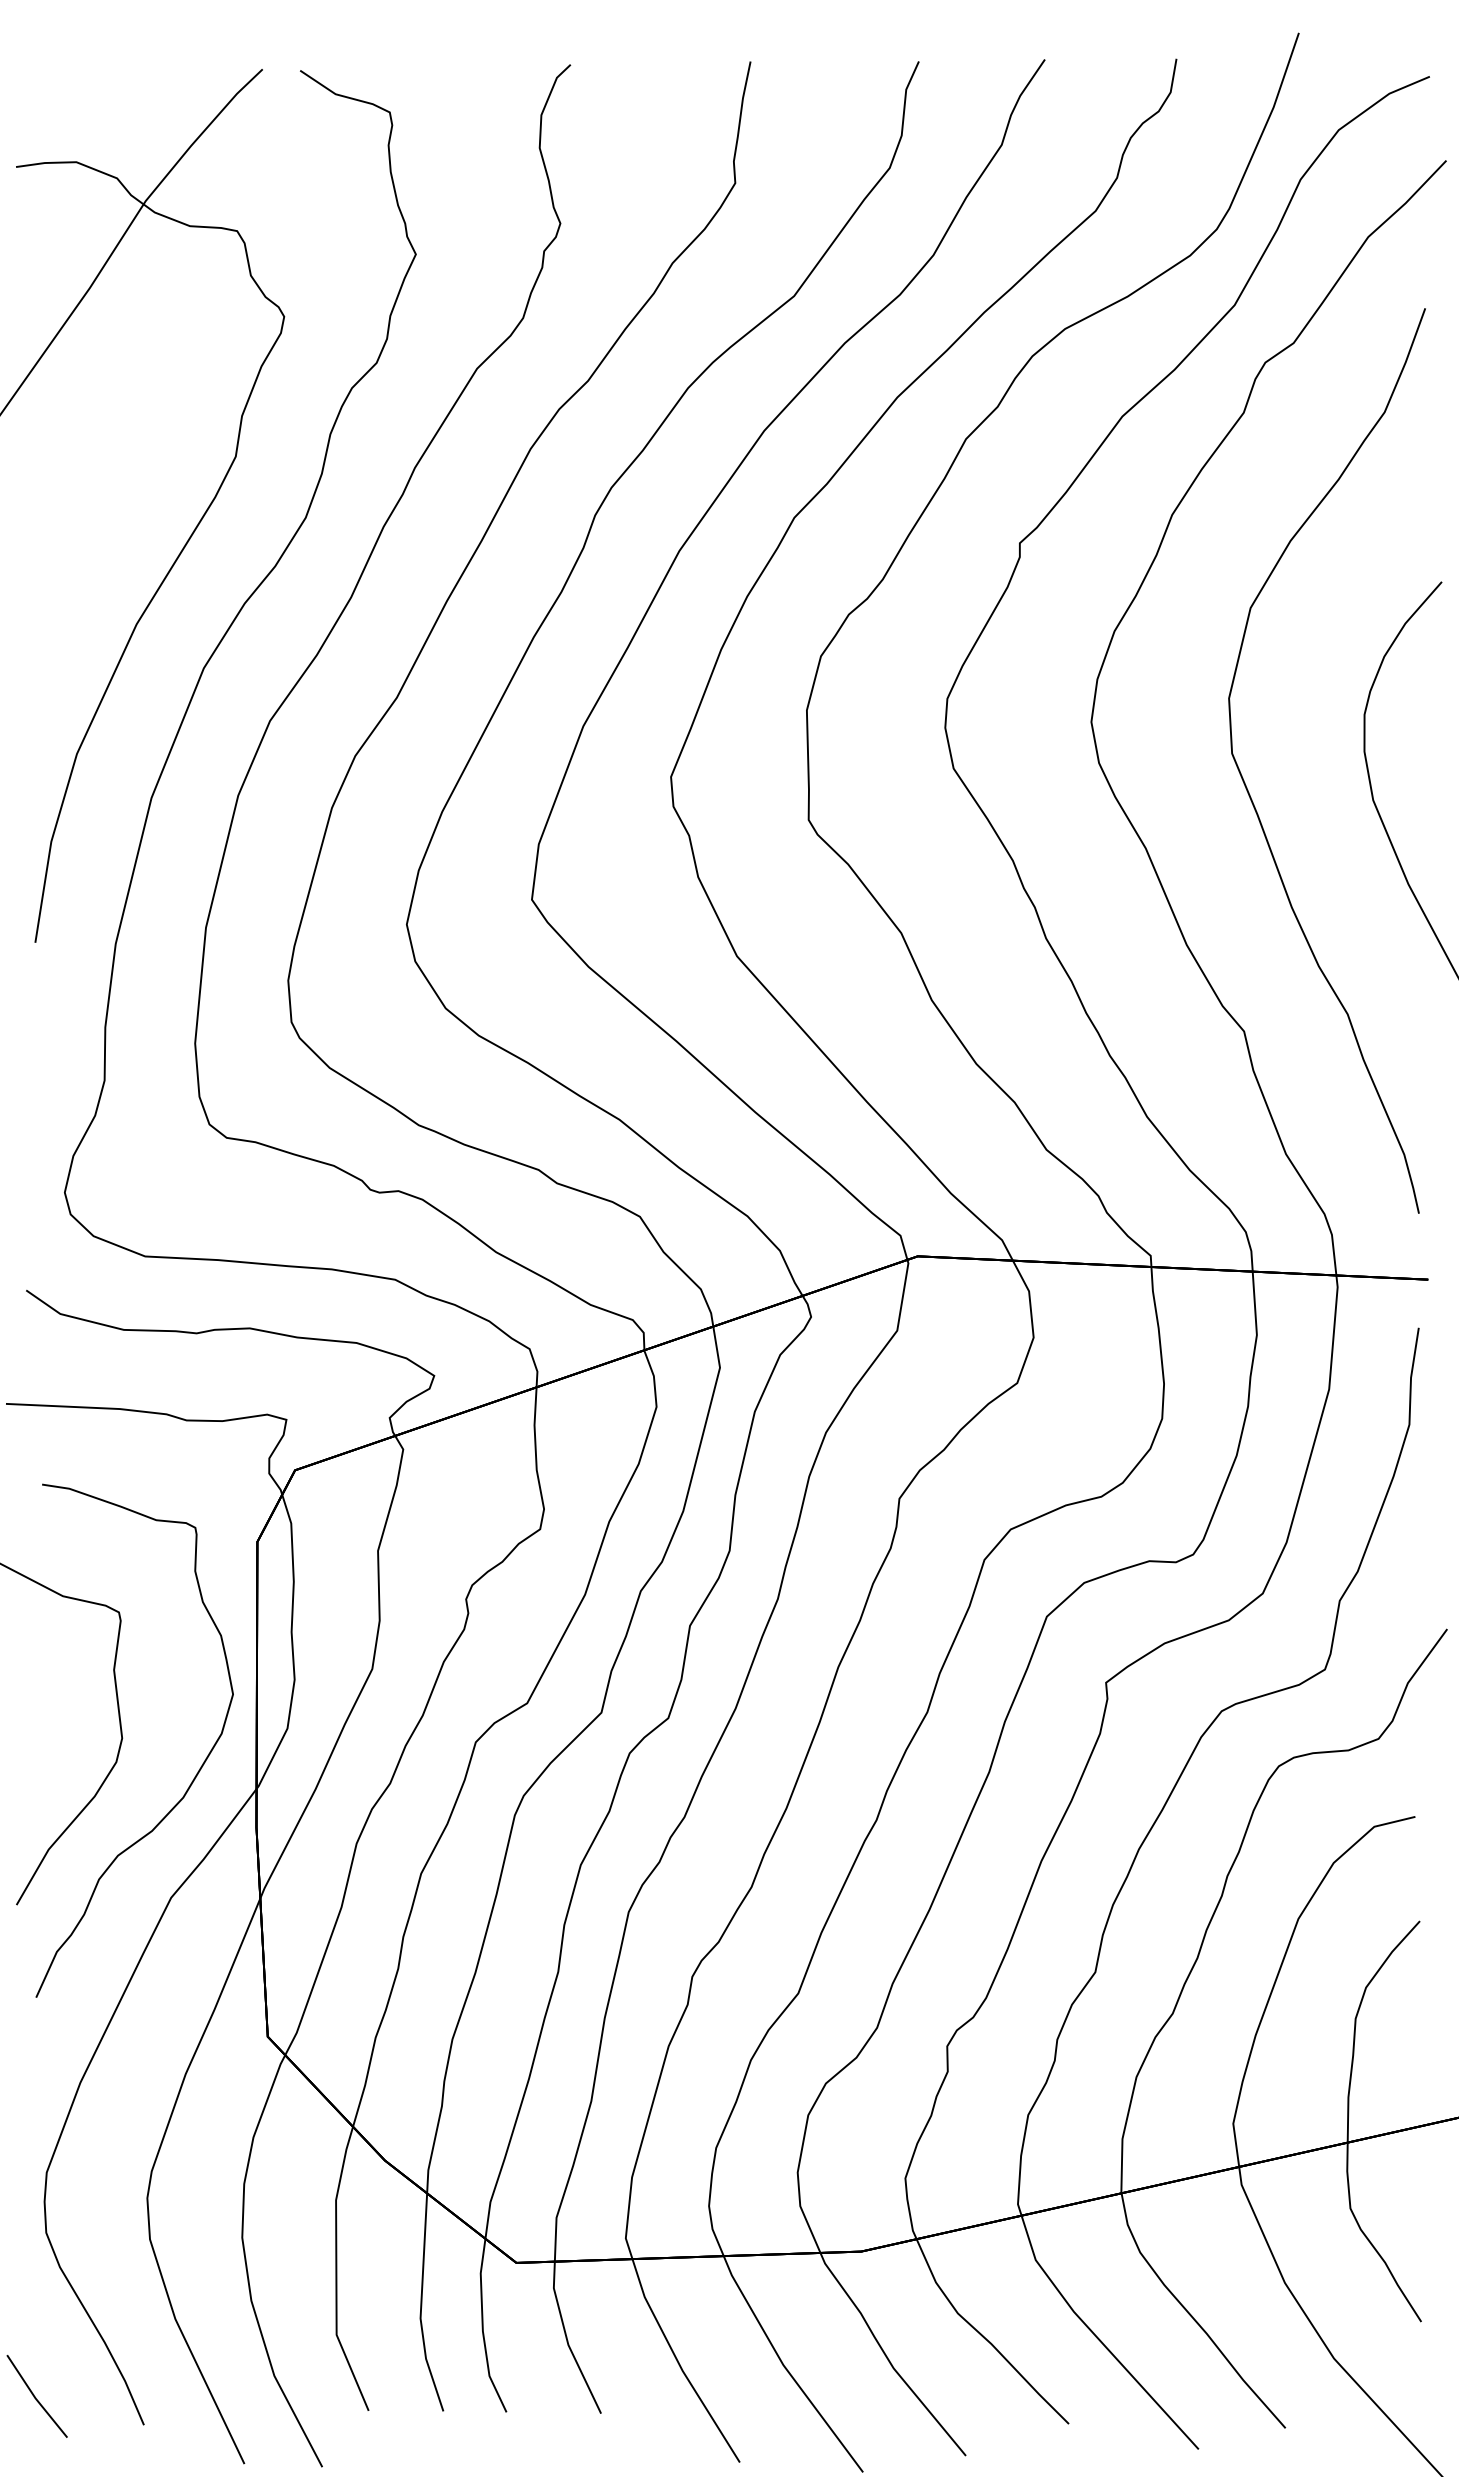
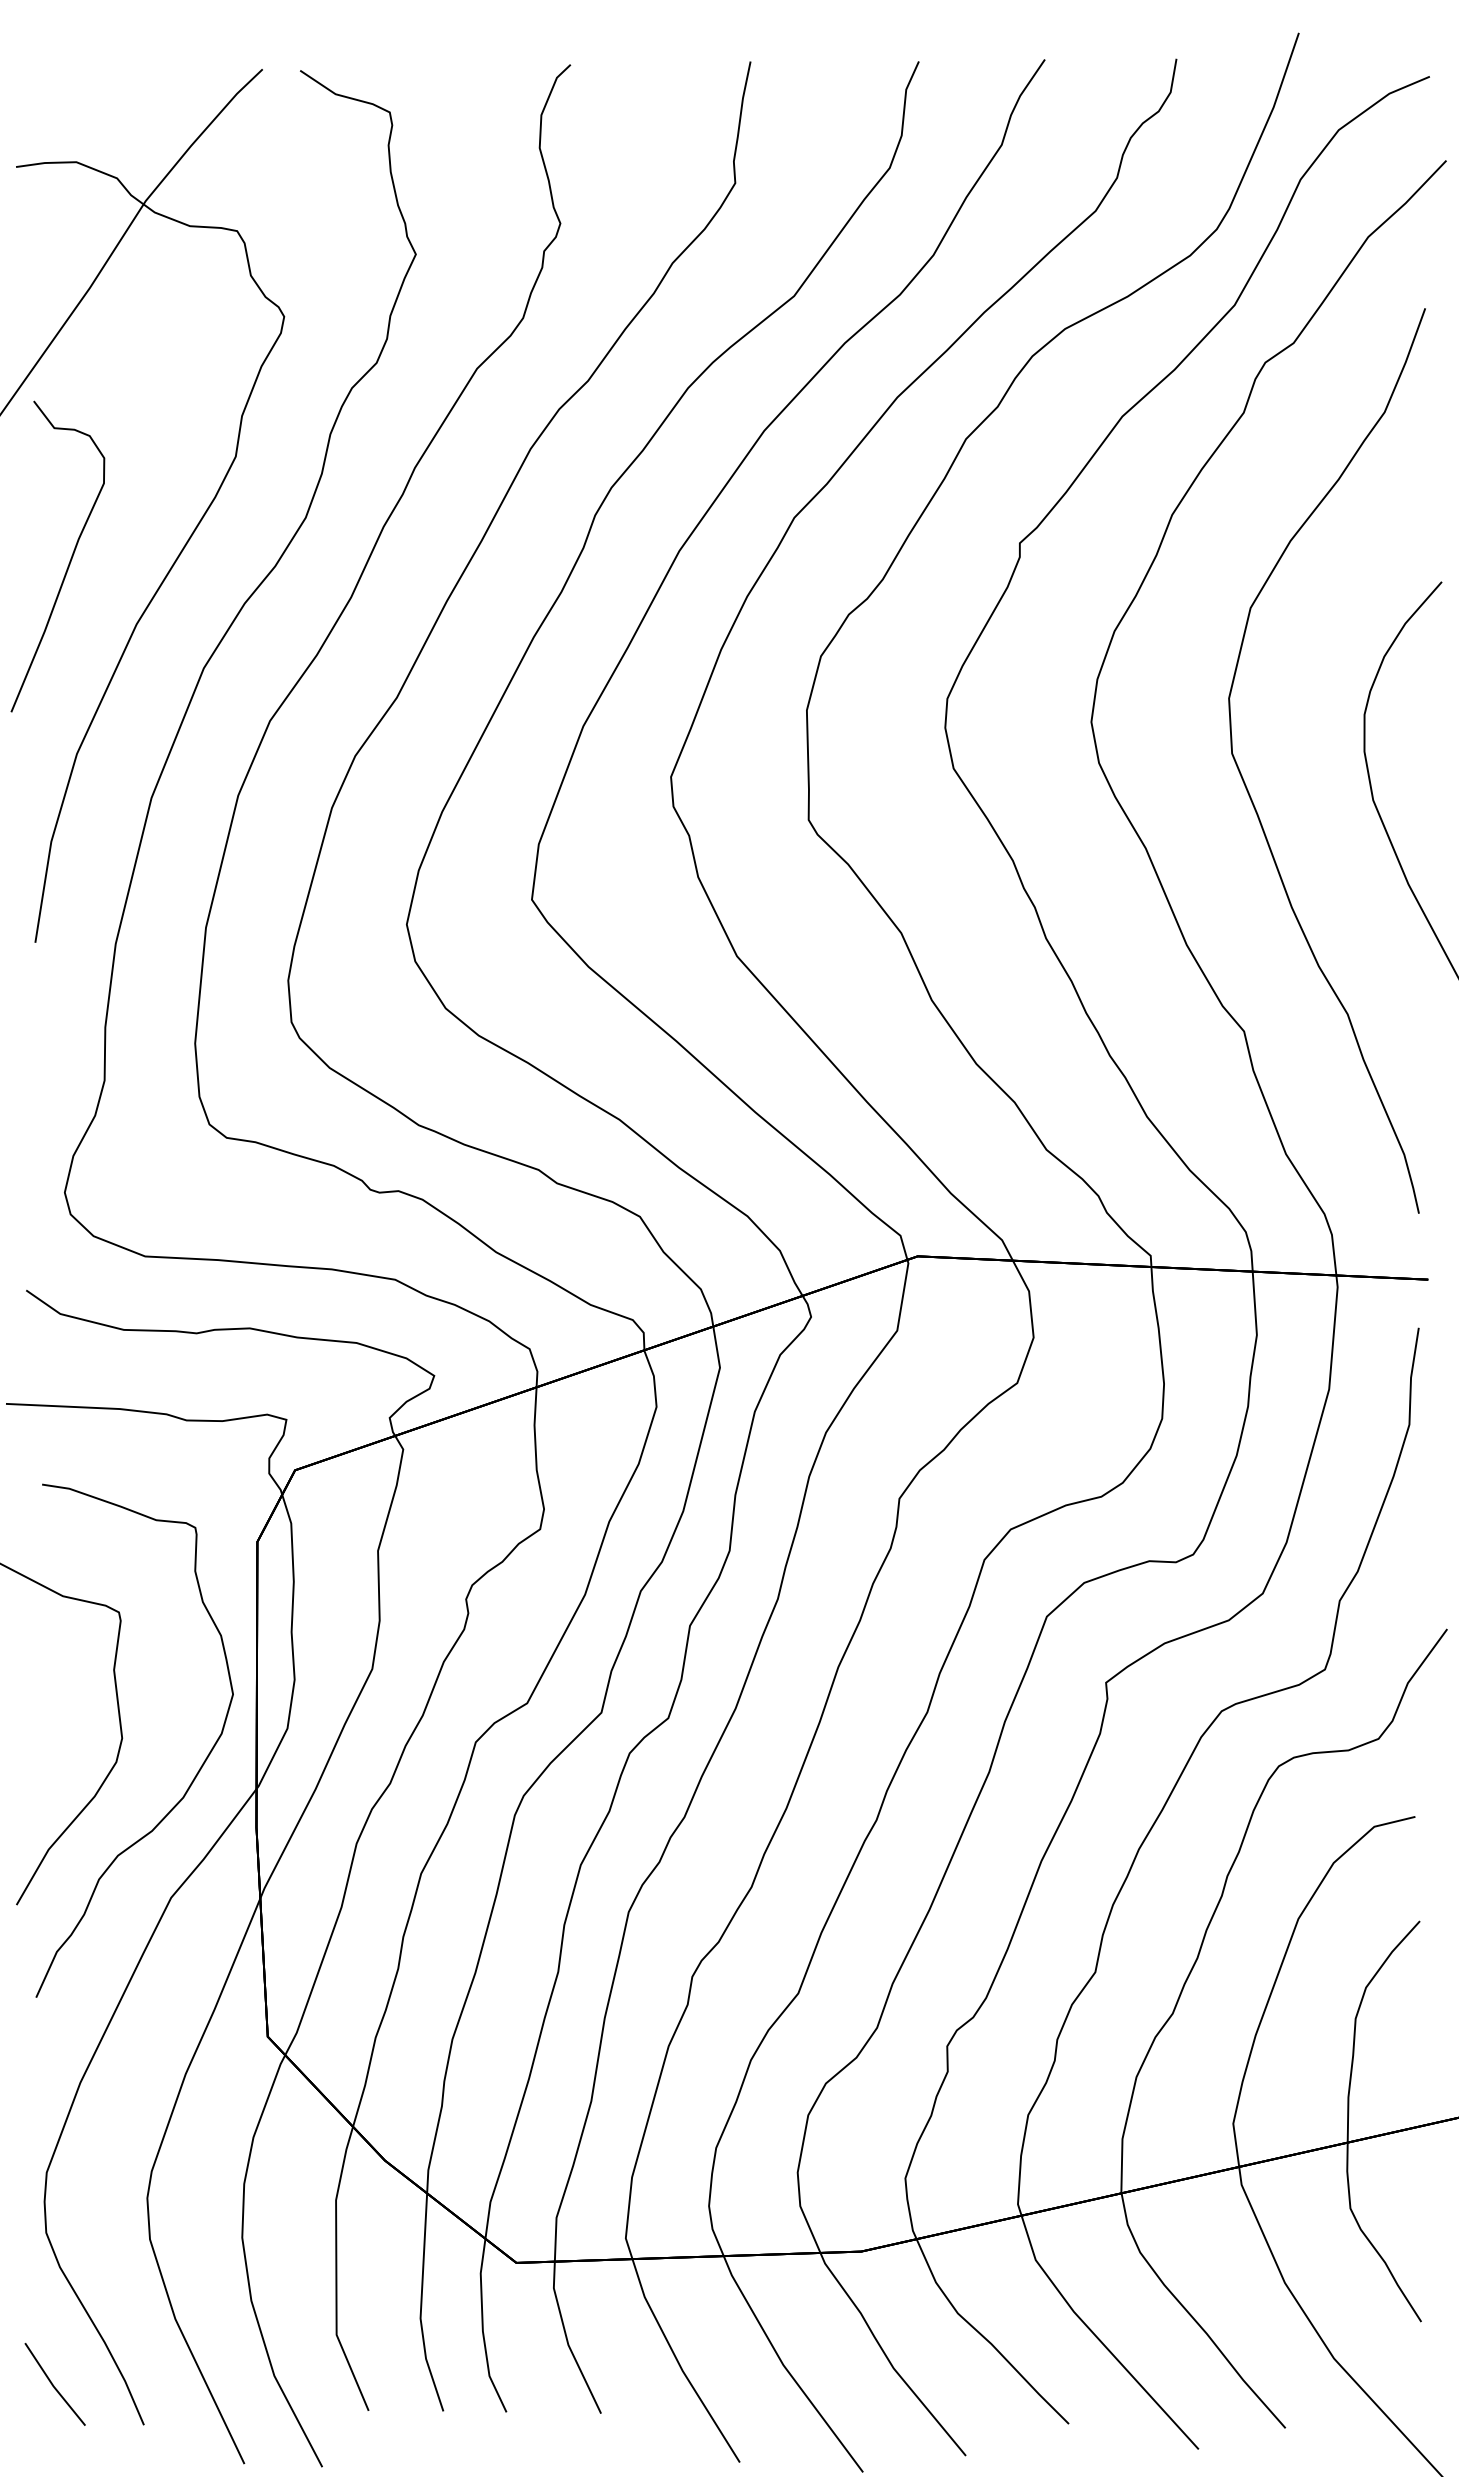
curve at (69, 560): none -> present
line at (35, 2396) position: (35, 2396) -> (53, 2384)
